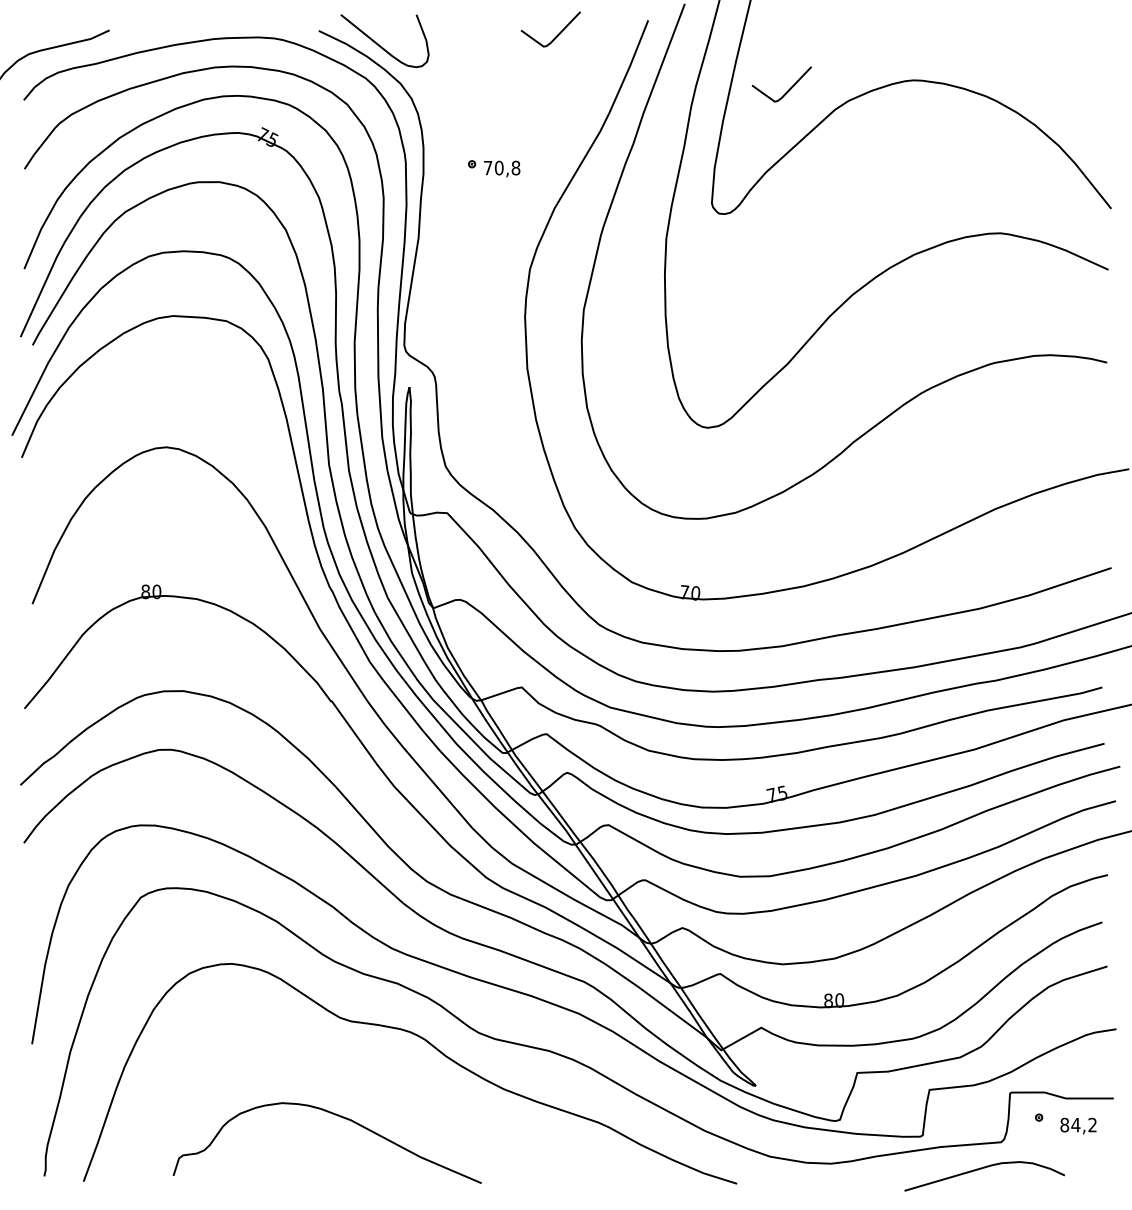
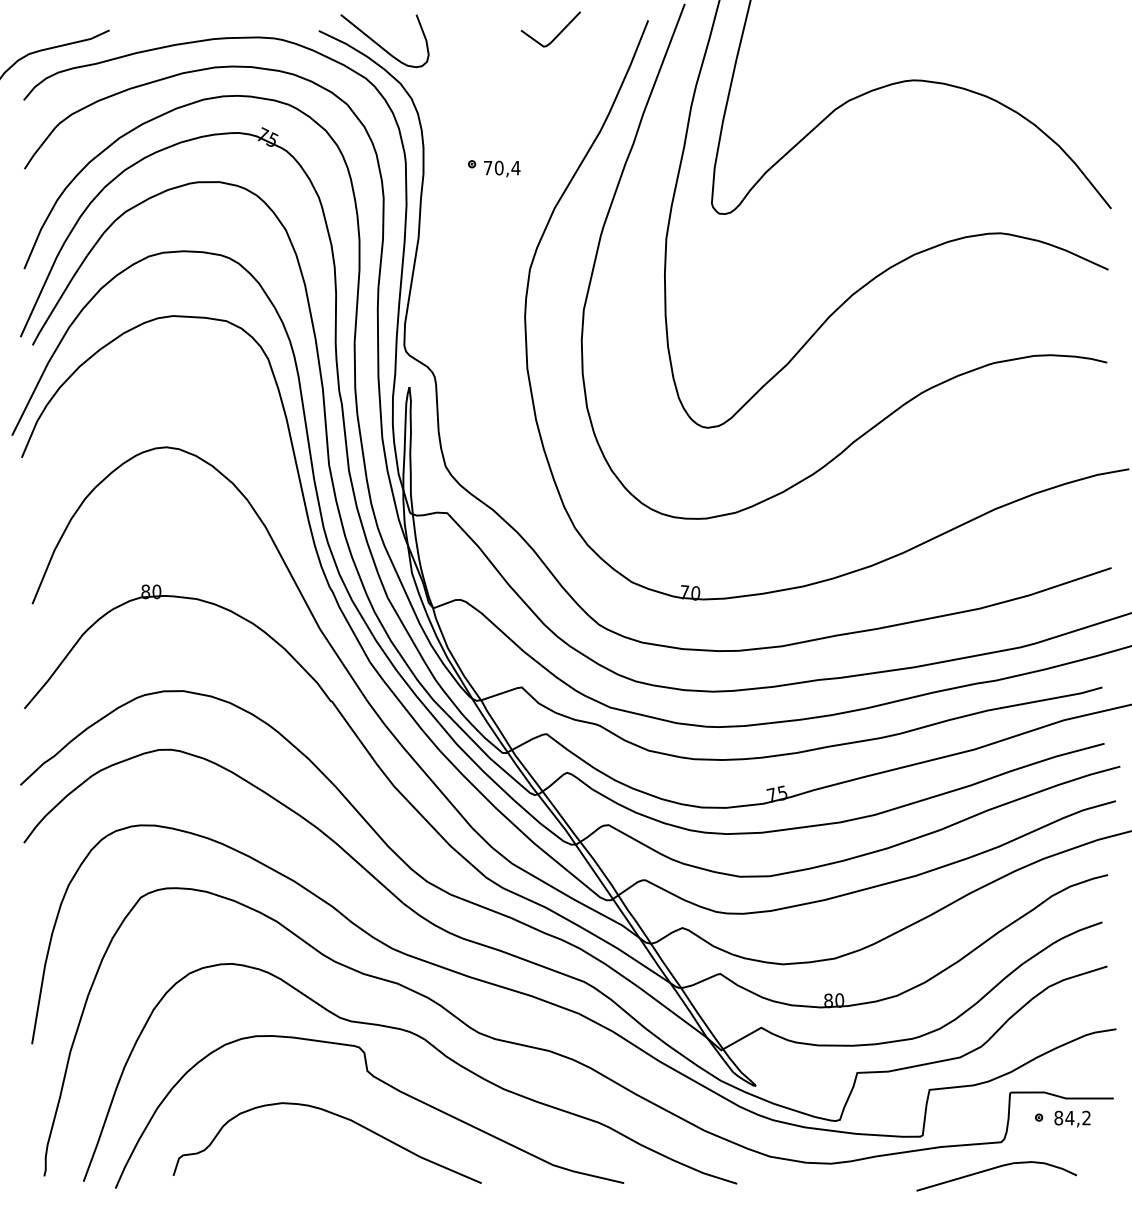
line at (787, 90): present -> none
text at (515, 167): 70,8 -> 70,4
curve at (383, 1083): none -> present
text at (1078, 1125) position: (1078, 1125) -> (1072, 1118)
curve at (981, 1169) position: (981, 1169) -> (993, 1169)
